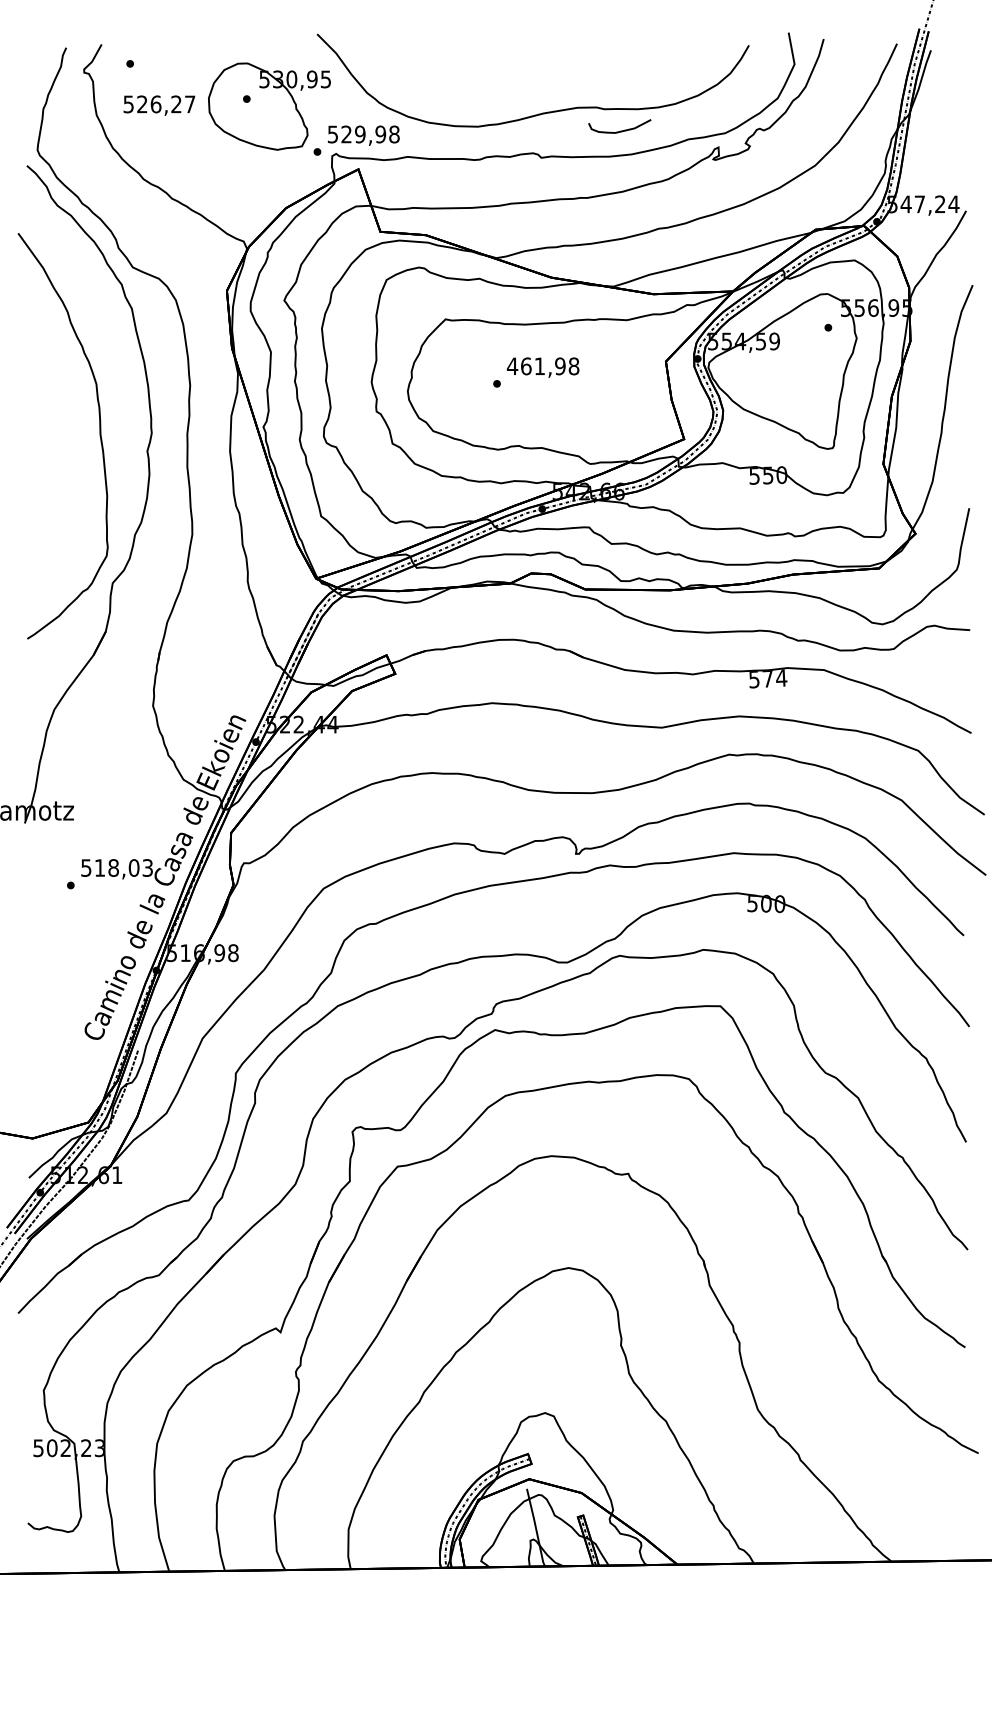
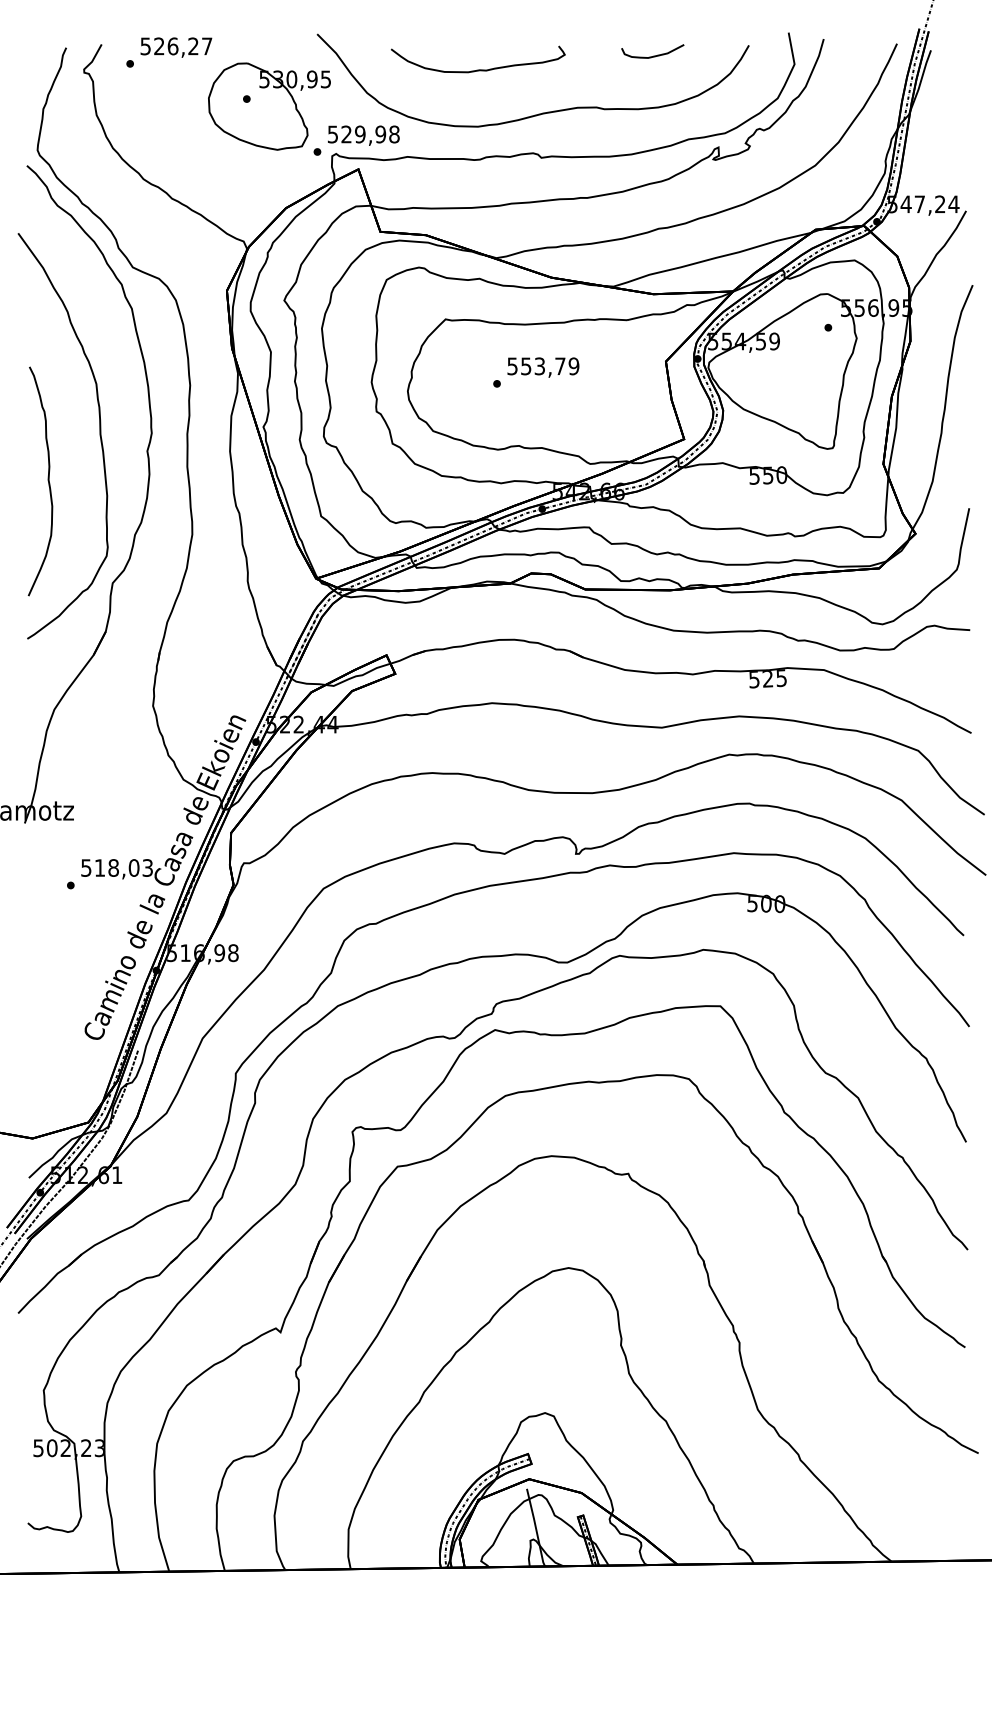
curve at (477, 69): none -> present
text at (159, 105) position: (159, 105) -> (176, 47)
curve at (620, 130) position: (620, 130) -> (653, 55)
text at (542, 366): 461,98 -> 553,79
curve at (47, 480): none -> present
text at (774, 678): 574 -> 525
